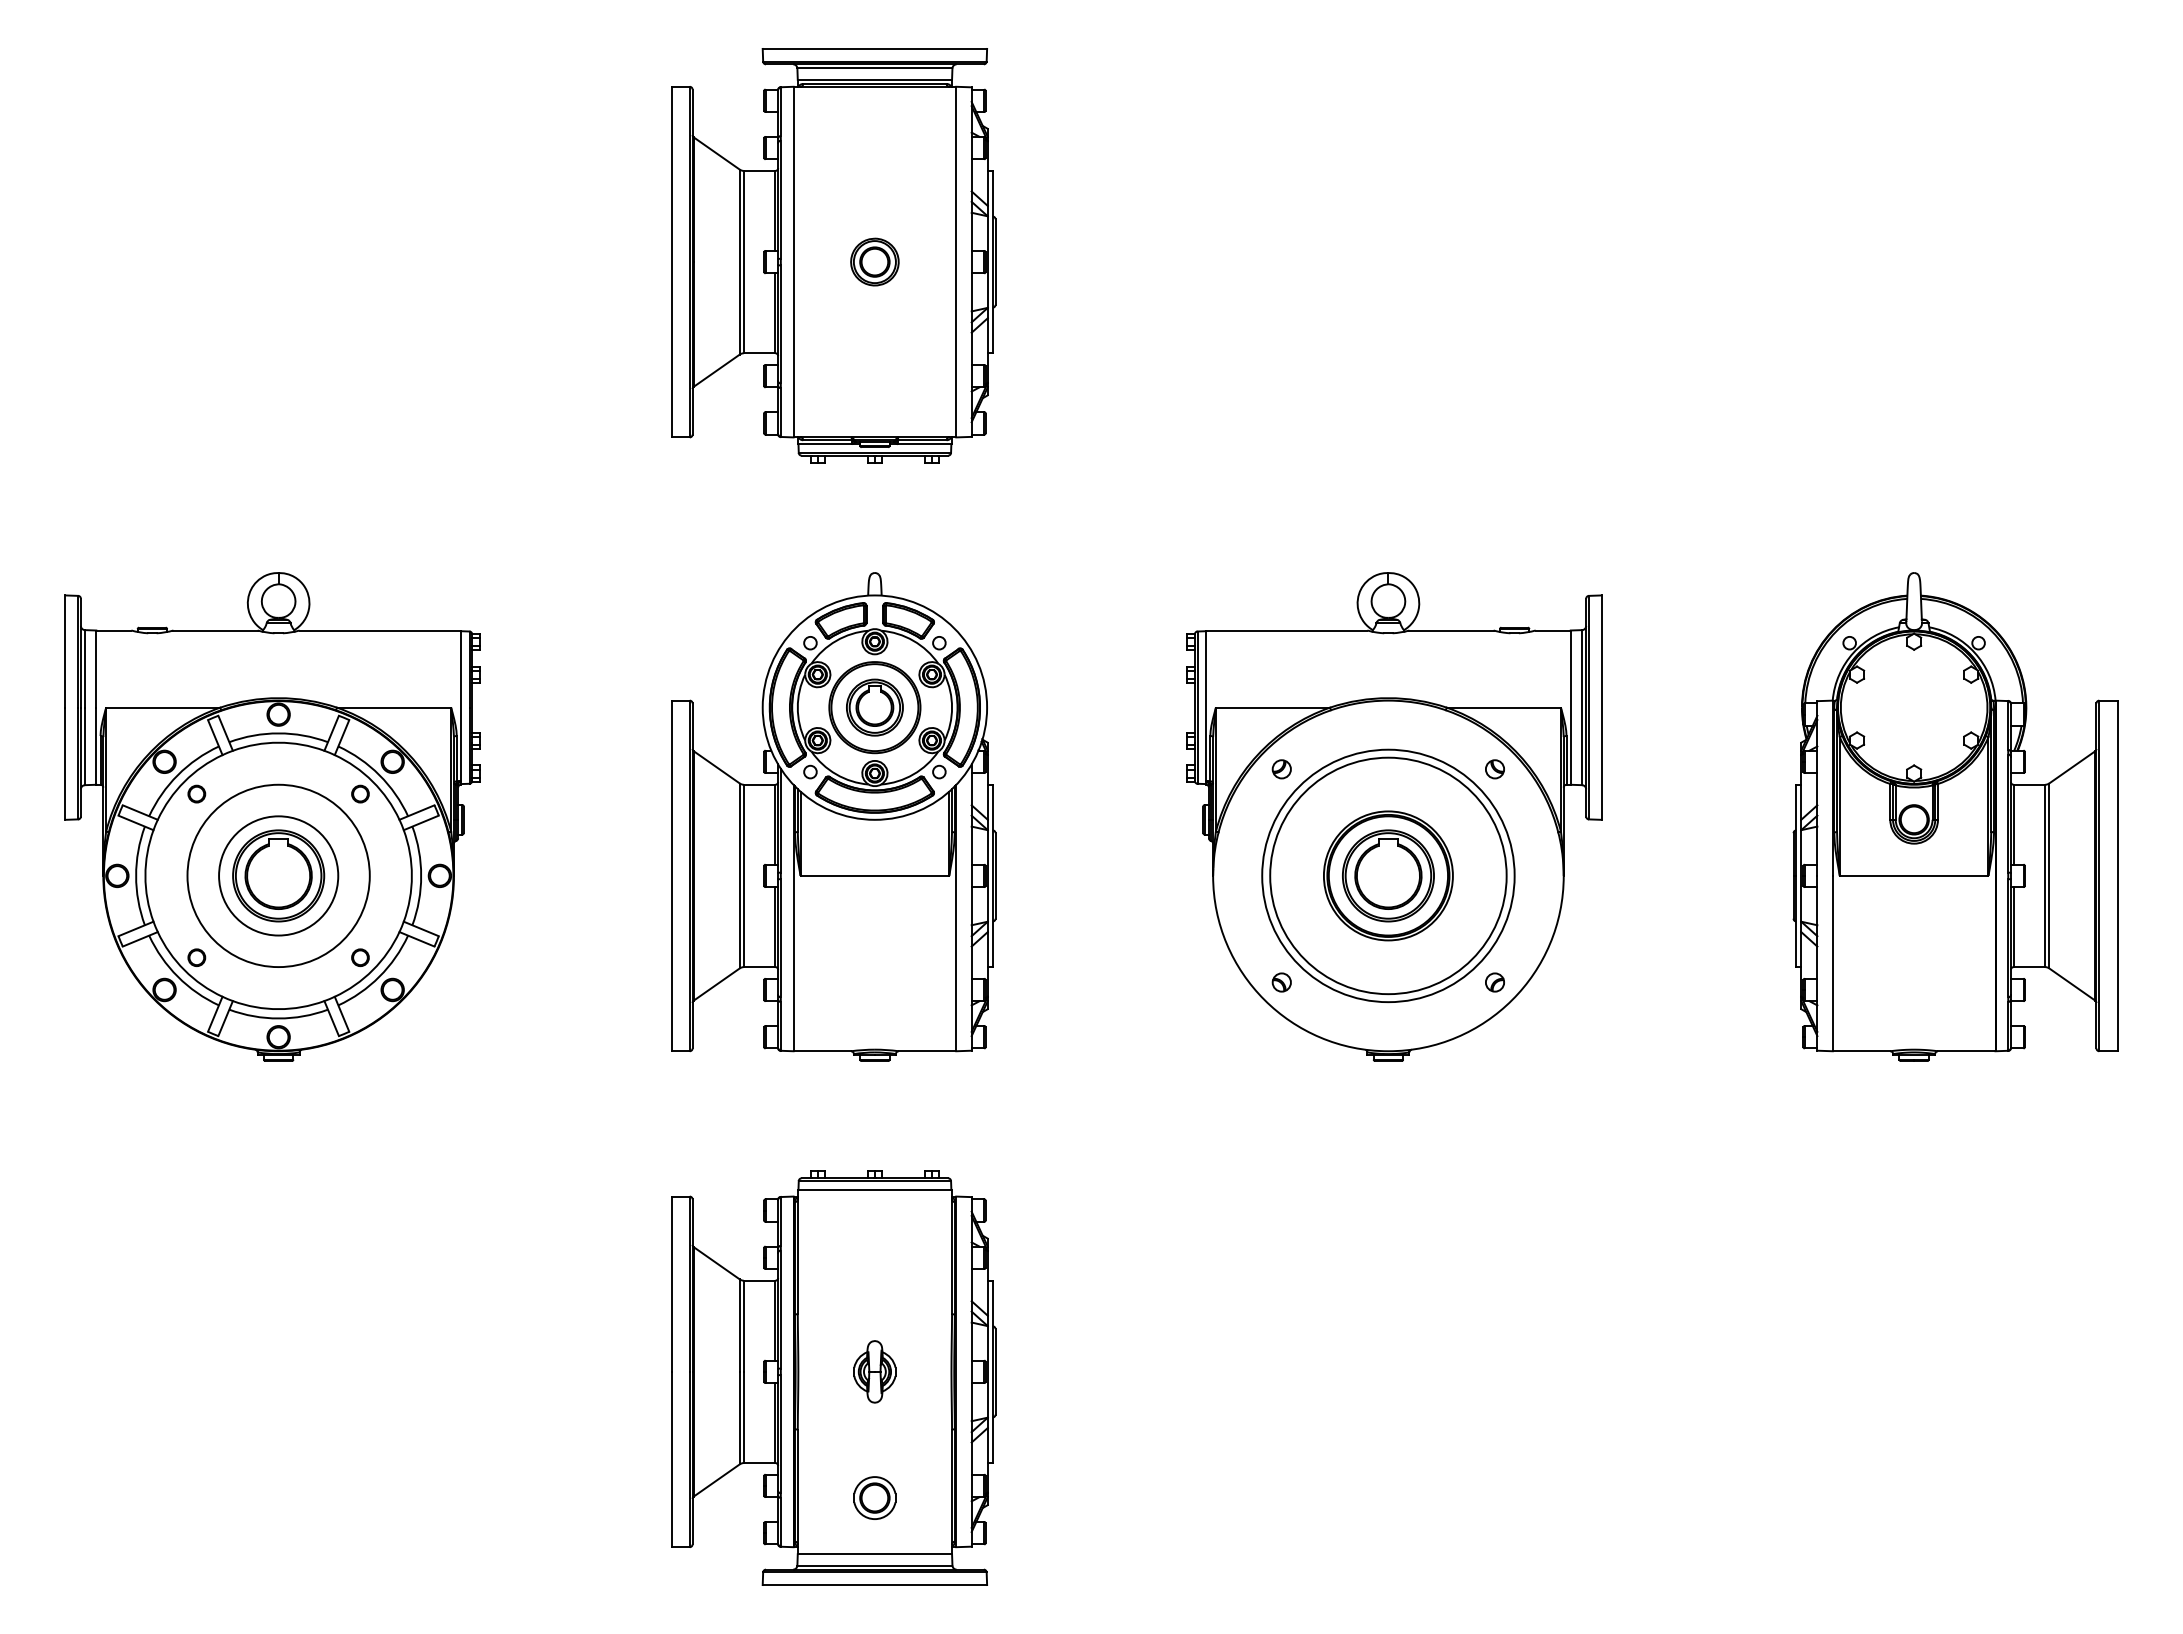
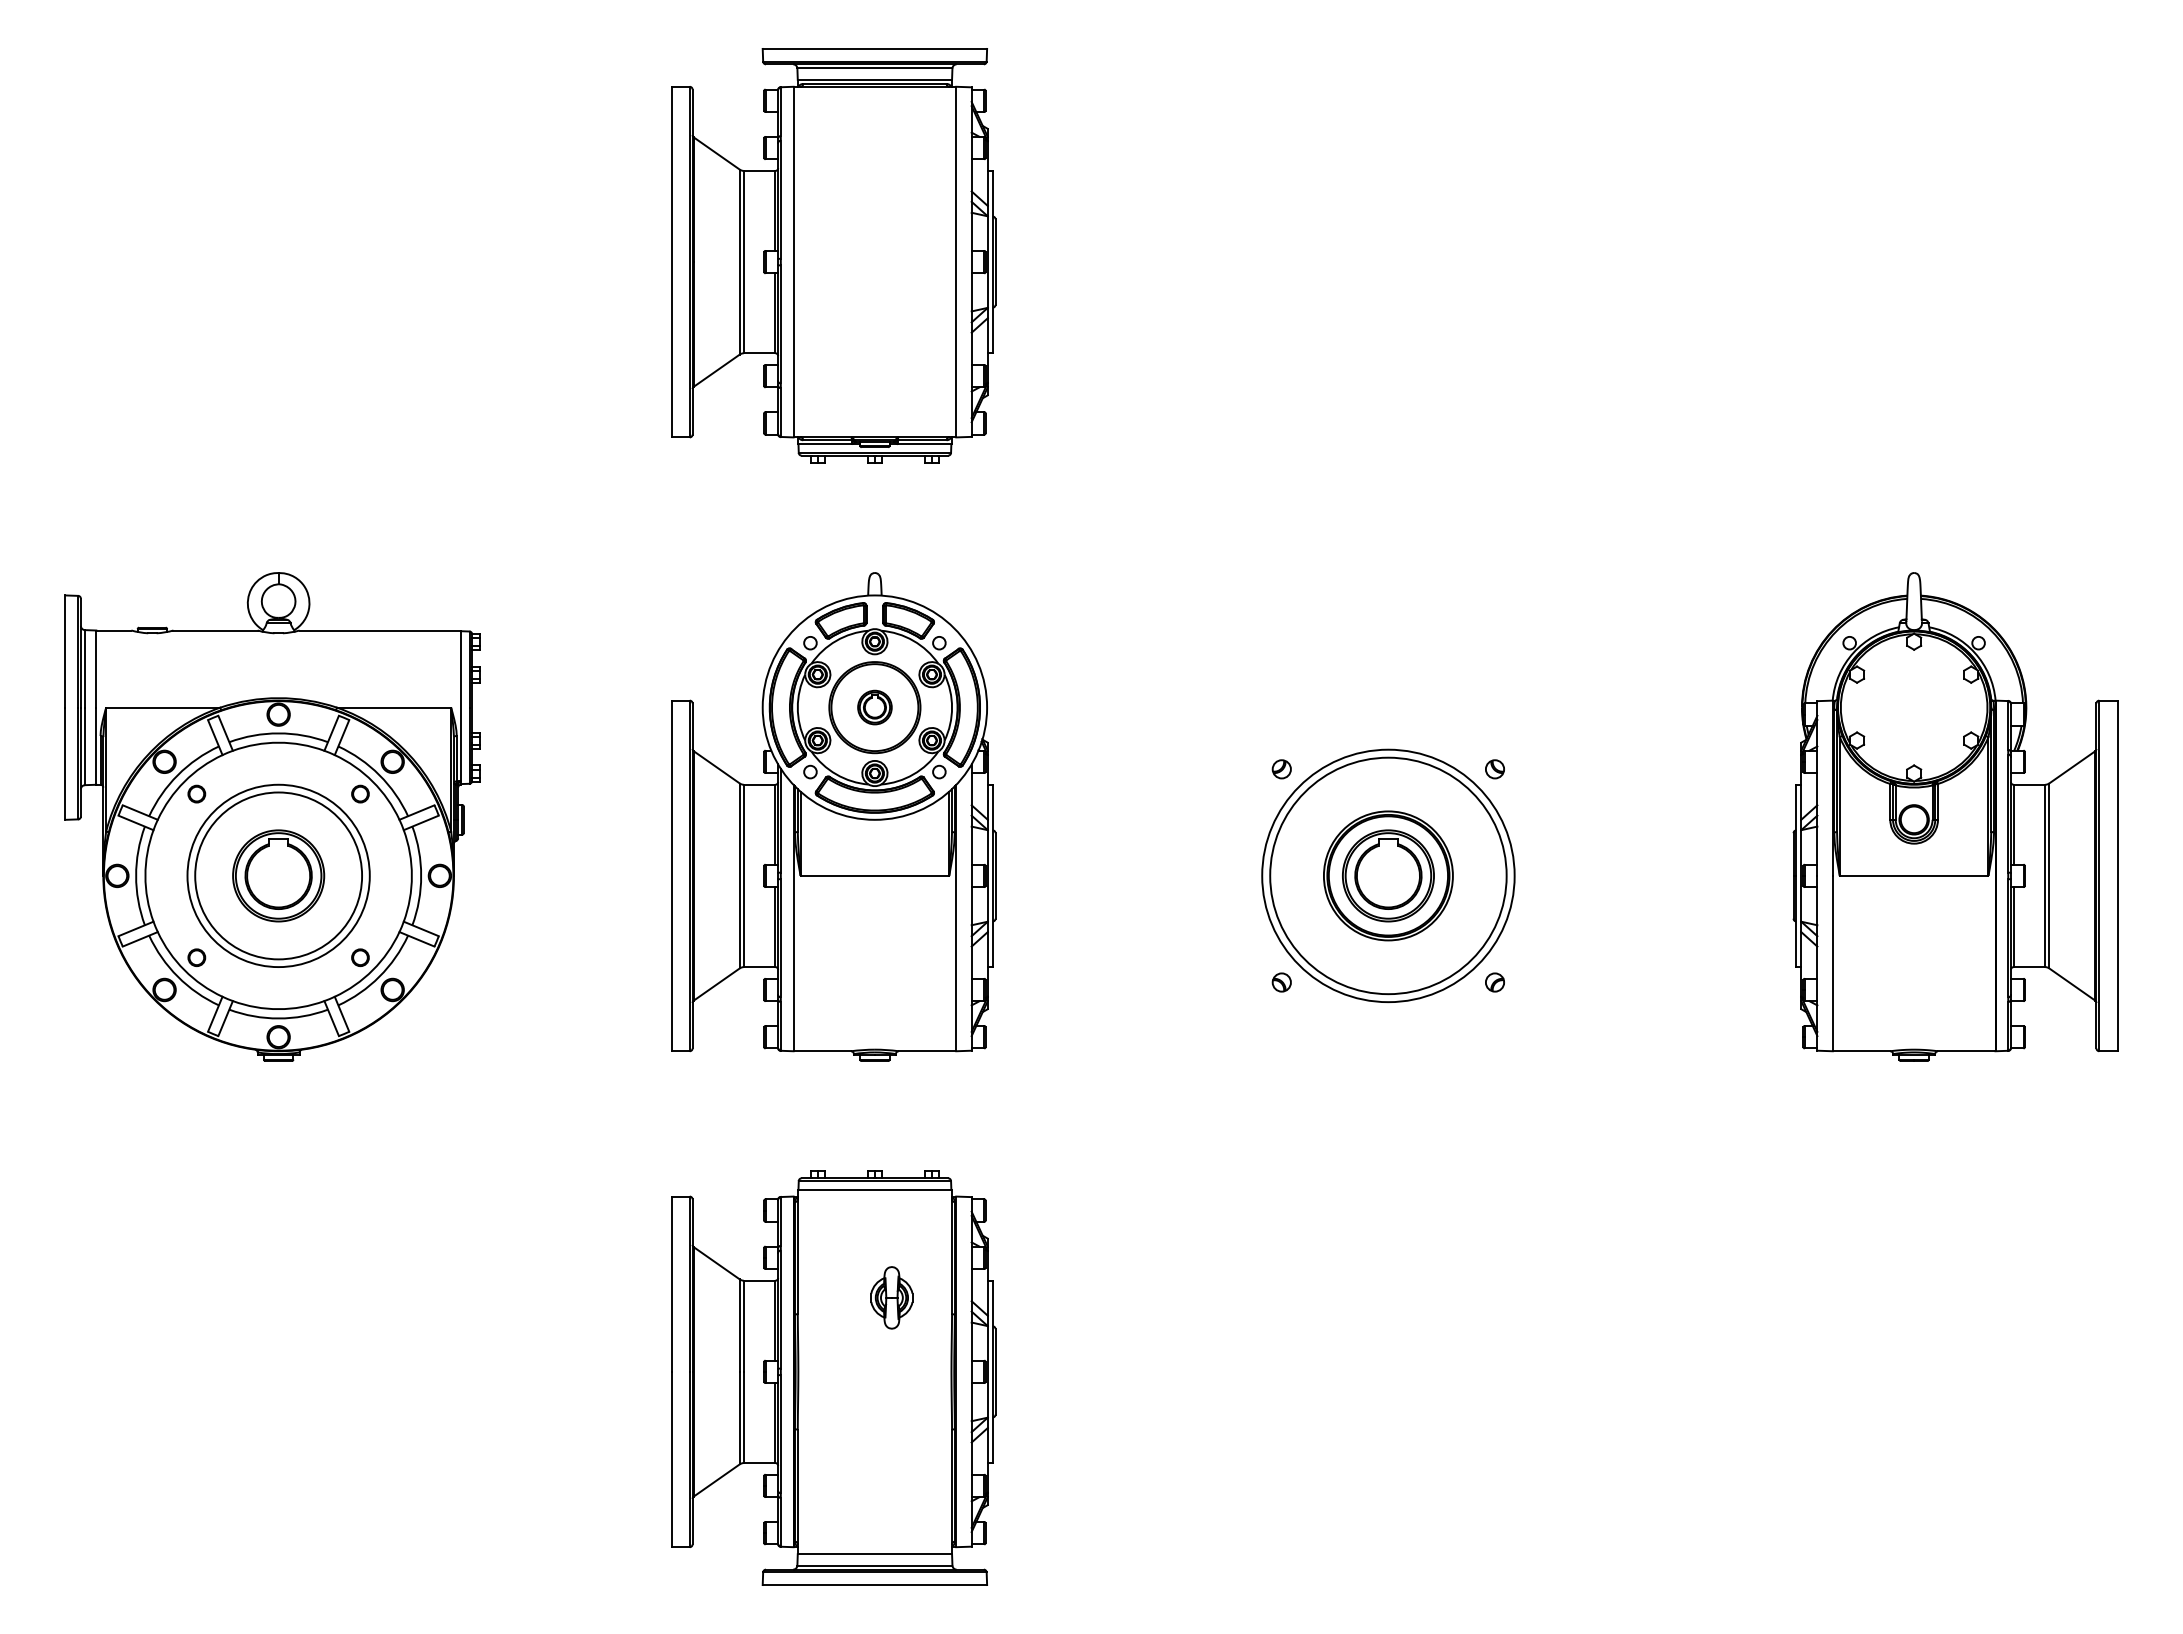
part at (874, 261): present -> none
part at (874, 707) size: 58x59 px -> 36x37 px
part at (1394, 816): present -> none
circle at (278, 875) diameter: 119 px -> 167 px
part at (874, 1371) position: (874, 1371) -> (891, 1297)
part at (874, 1497): present -> none
